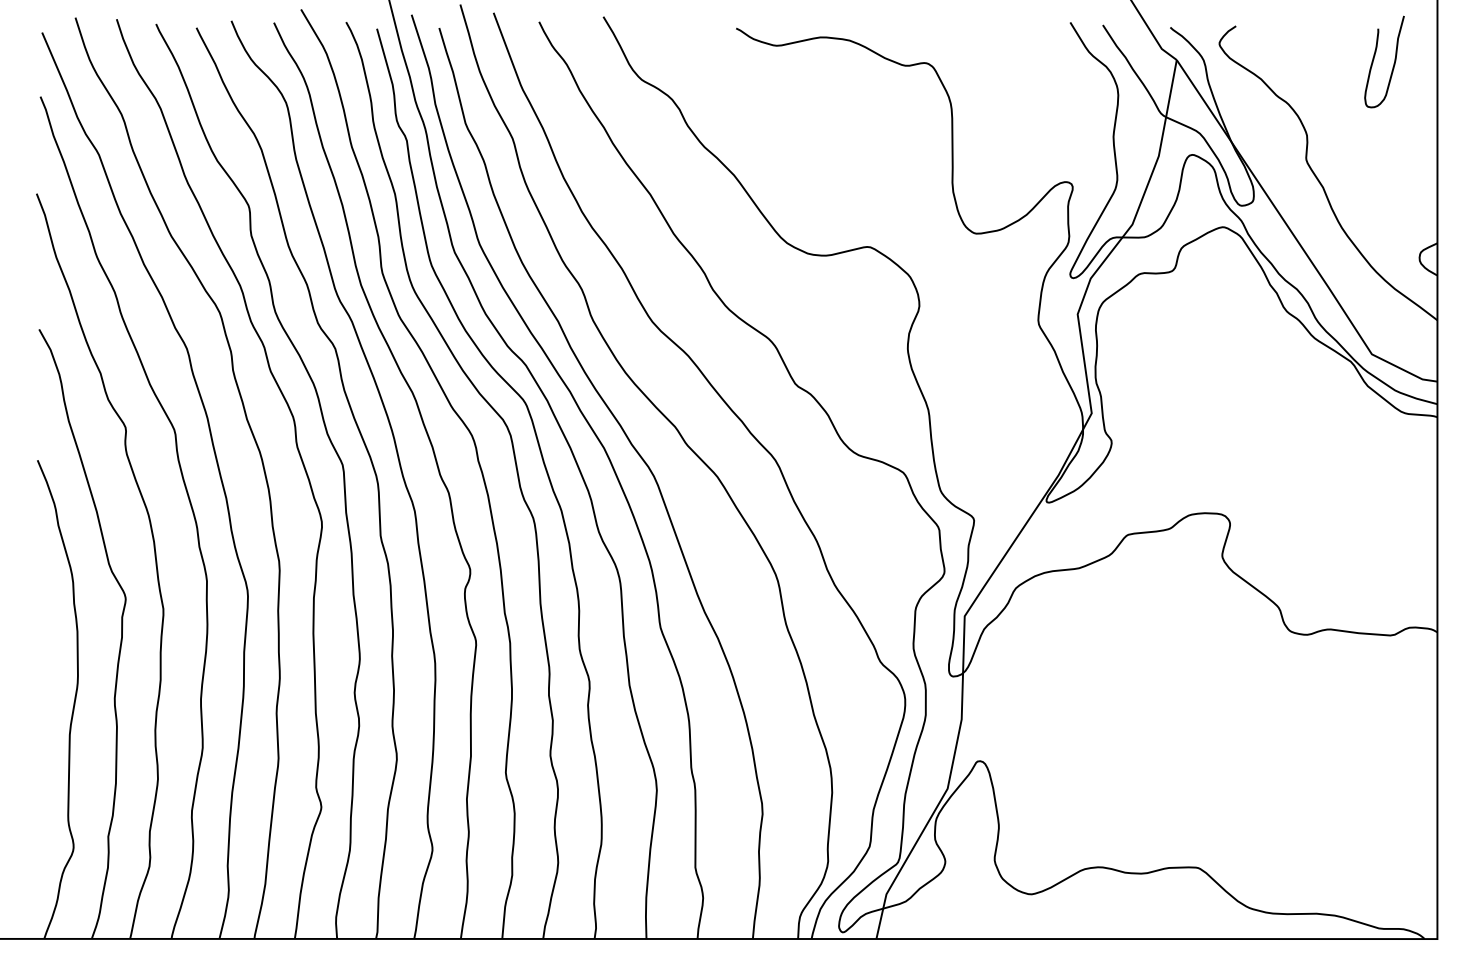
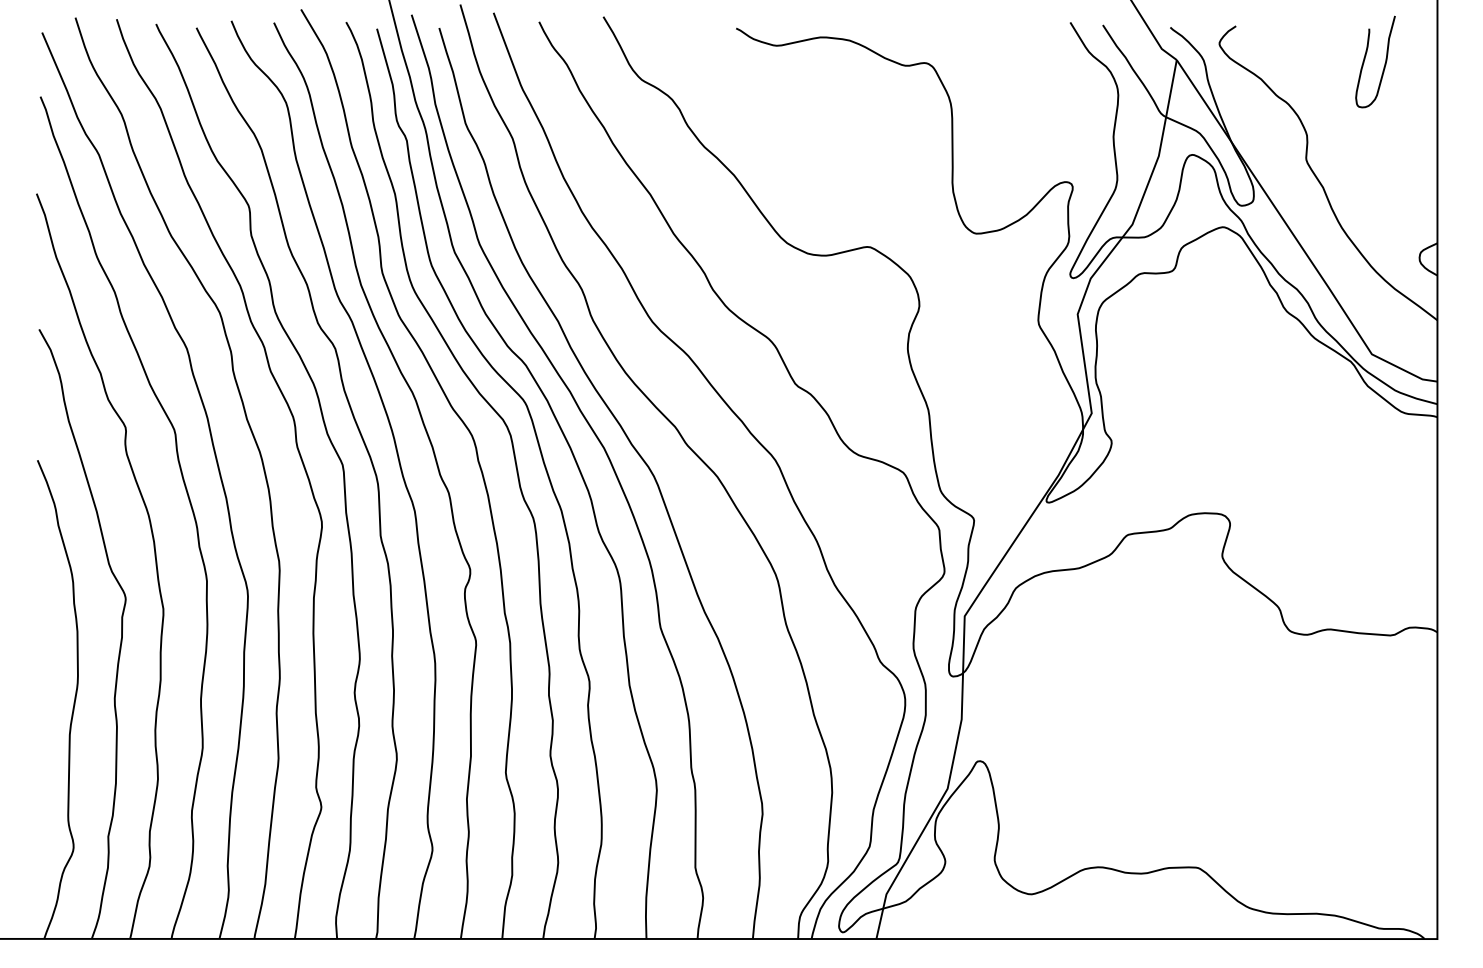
curve at (1393, 63) position: (1393, 63) -> (1384, 63)
